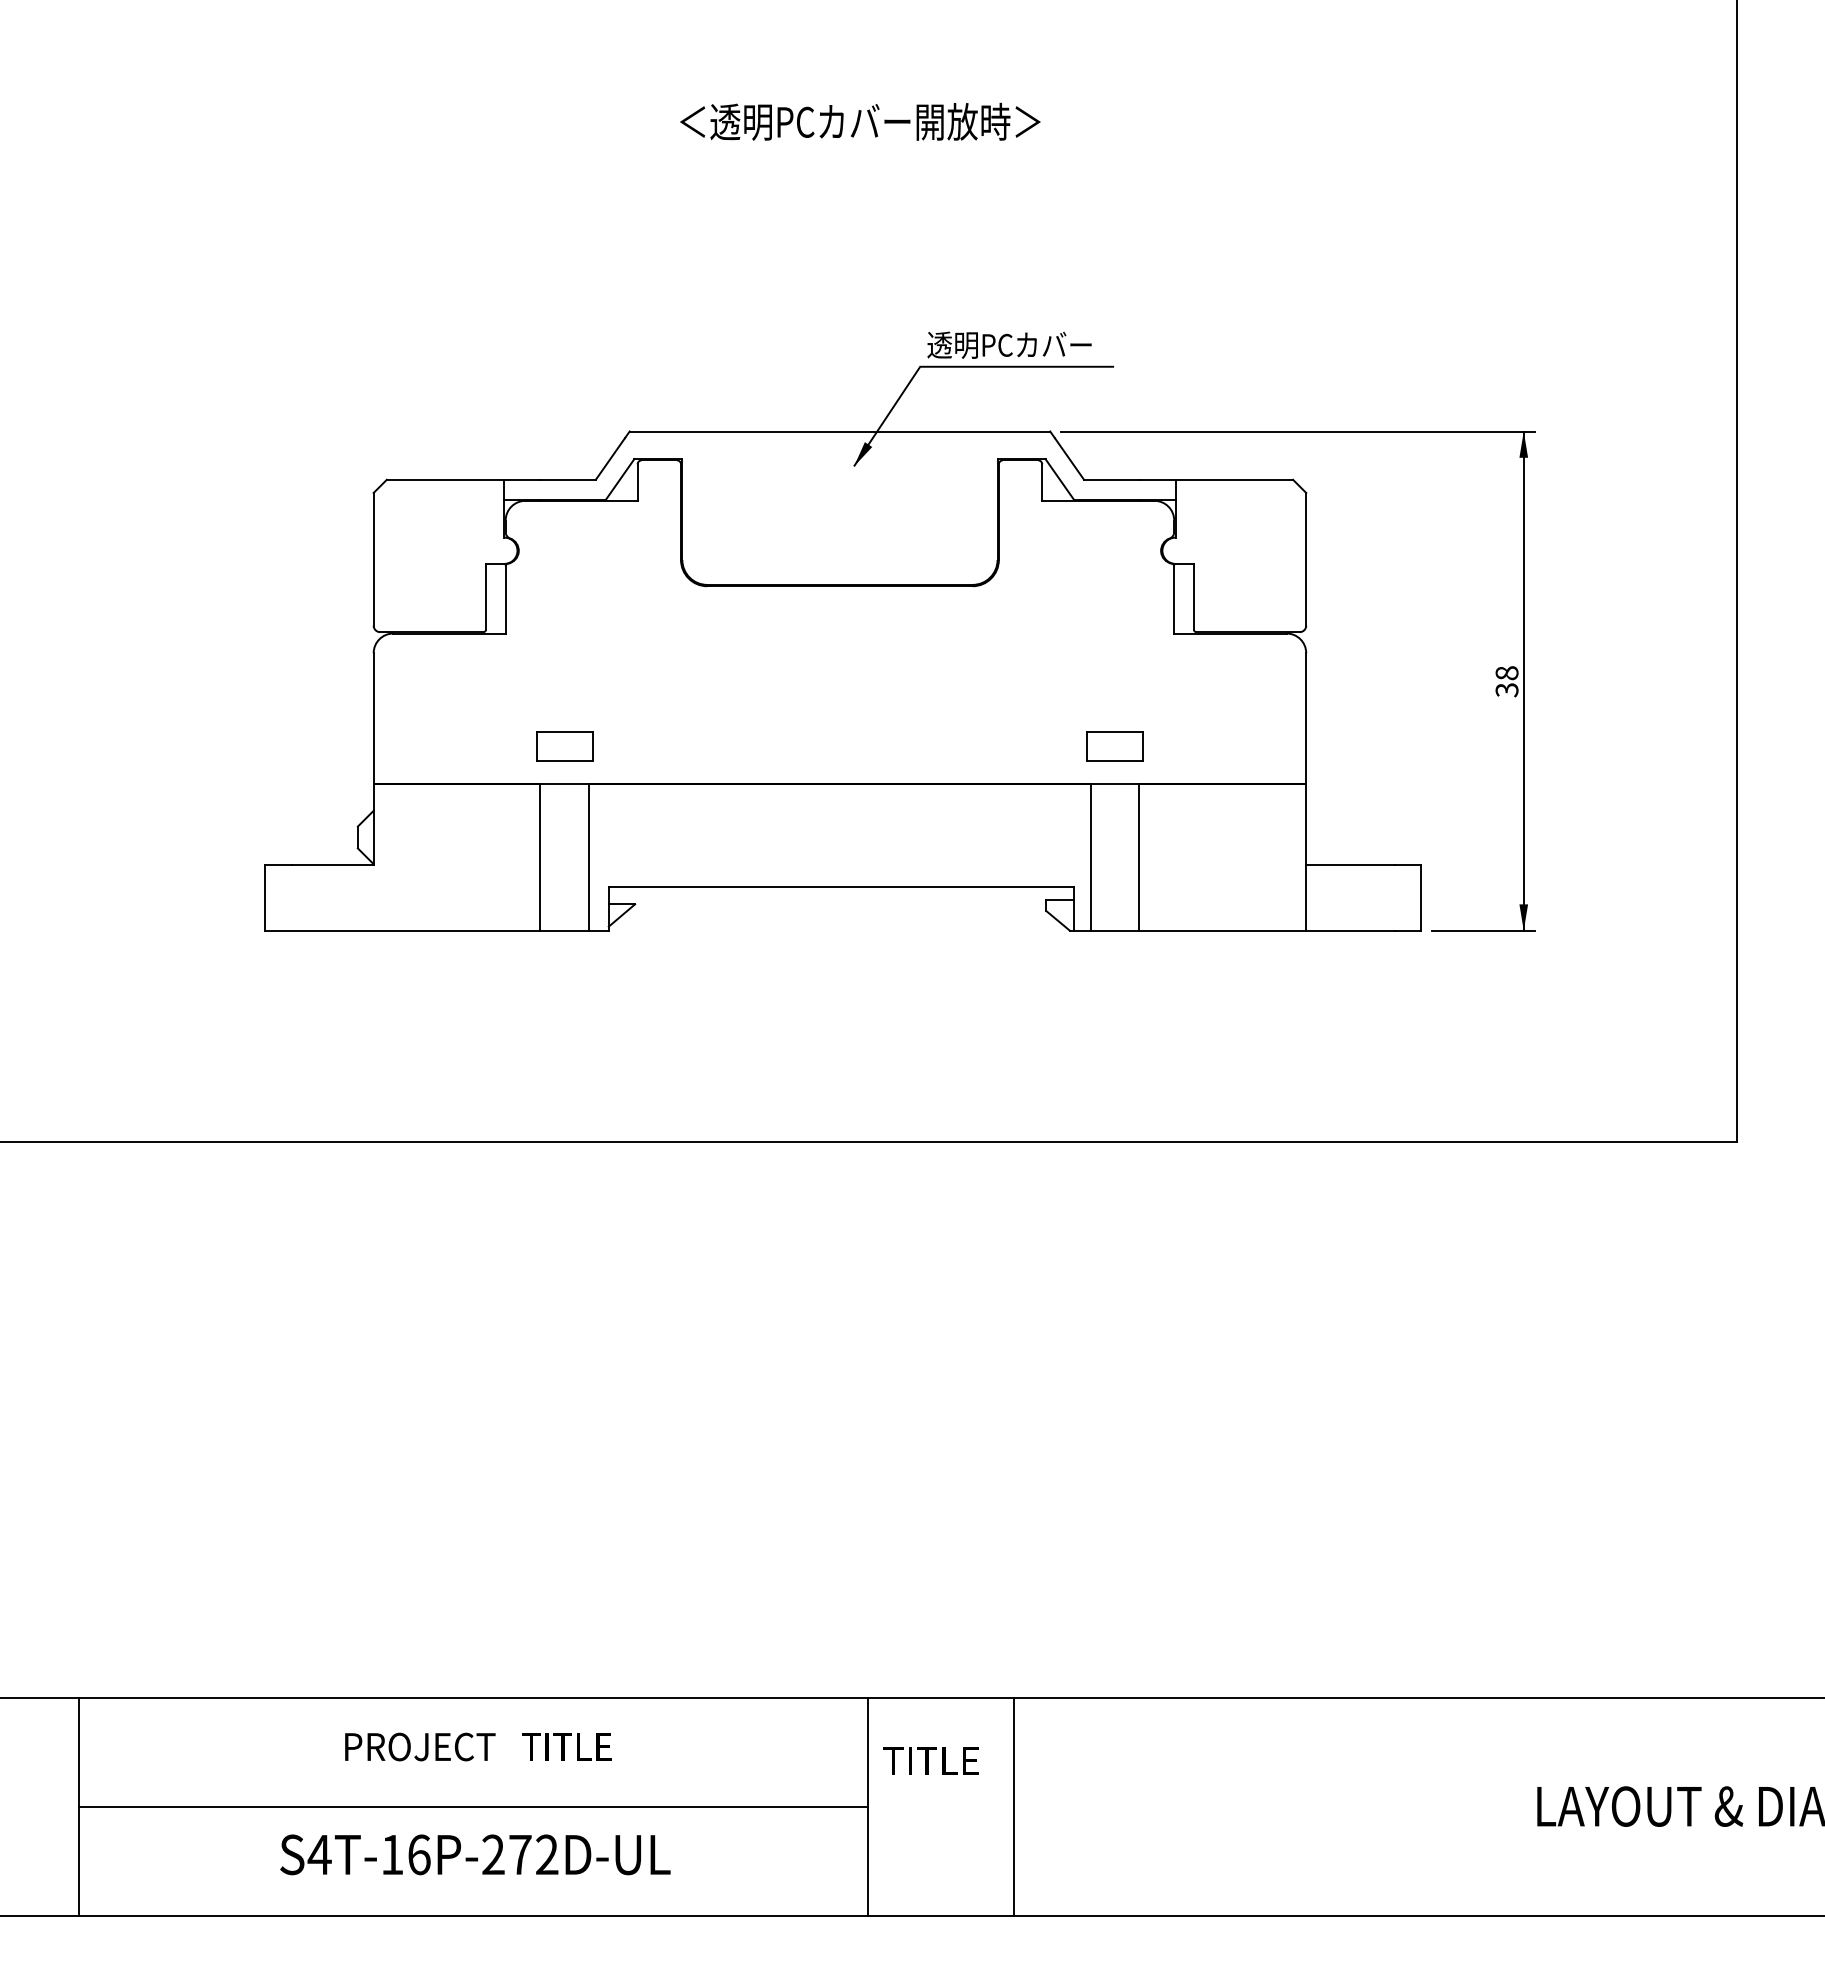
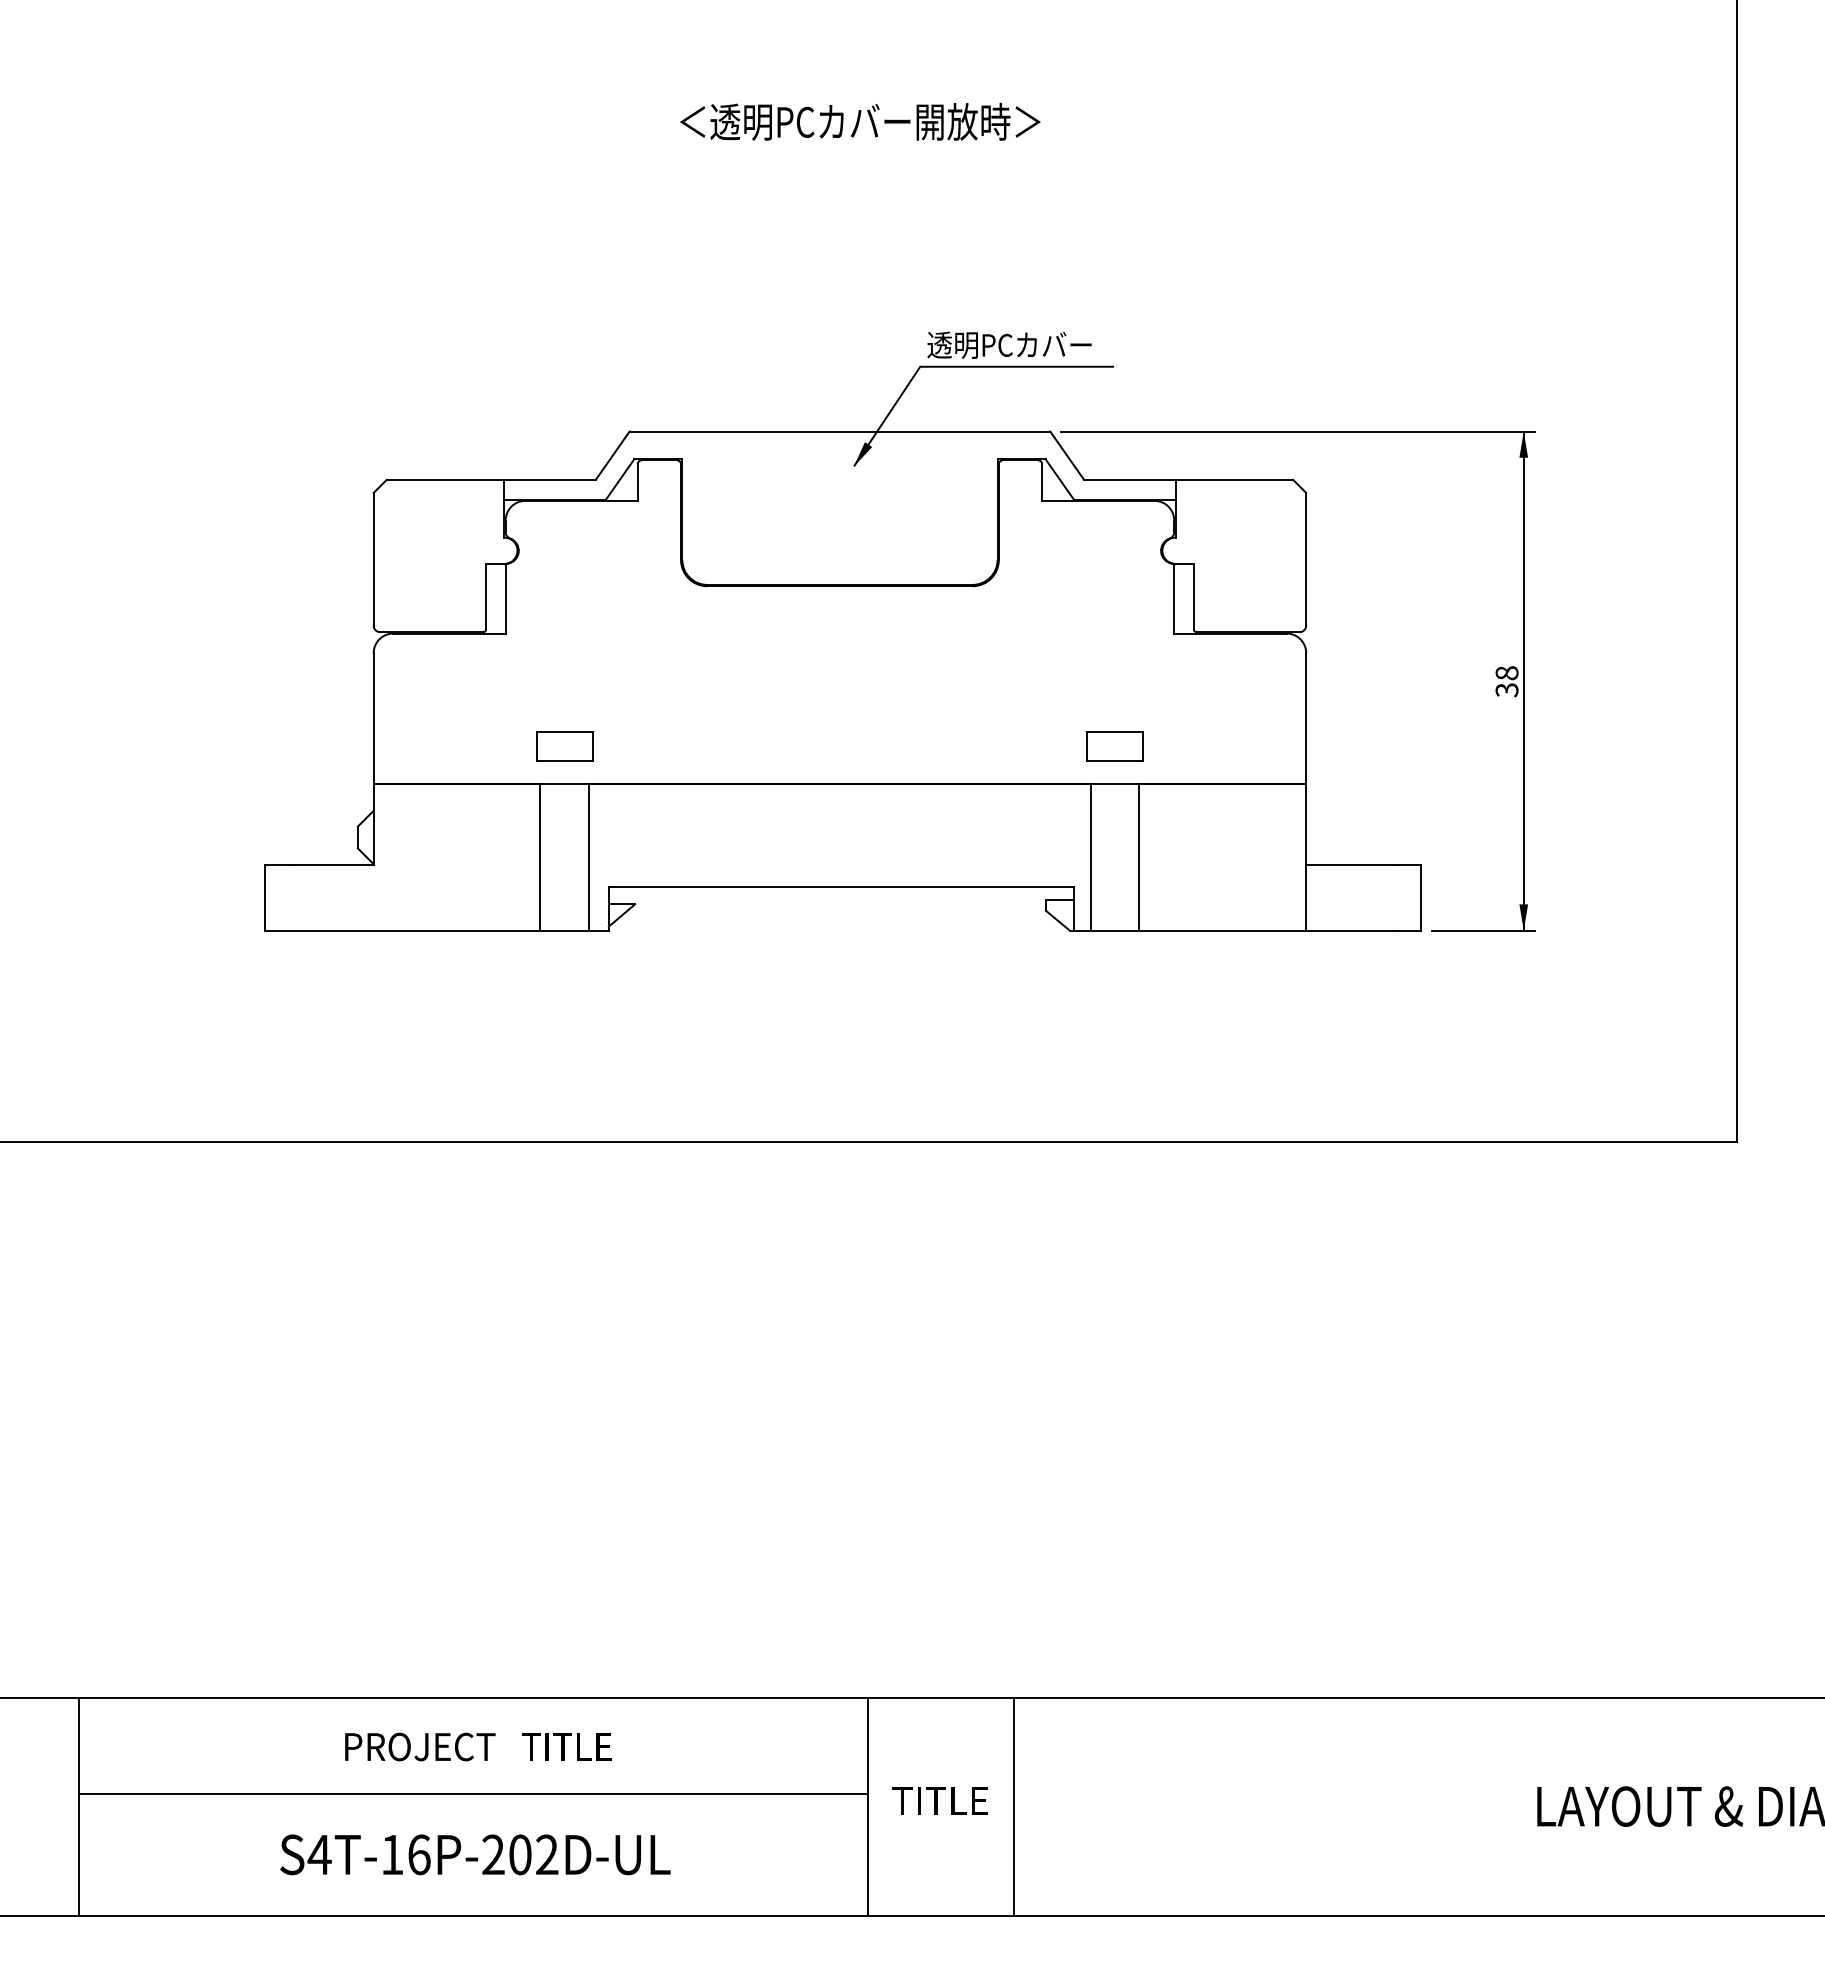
text at (930, 1760) position: (930, 1760) -> (939, 1800)
line at (473, 1807) position: (473, 1807) -> (473, 1794)
text at (520, 1854): S4T-16P-272D-UL -> S4T-16P-202D-UL
